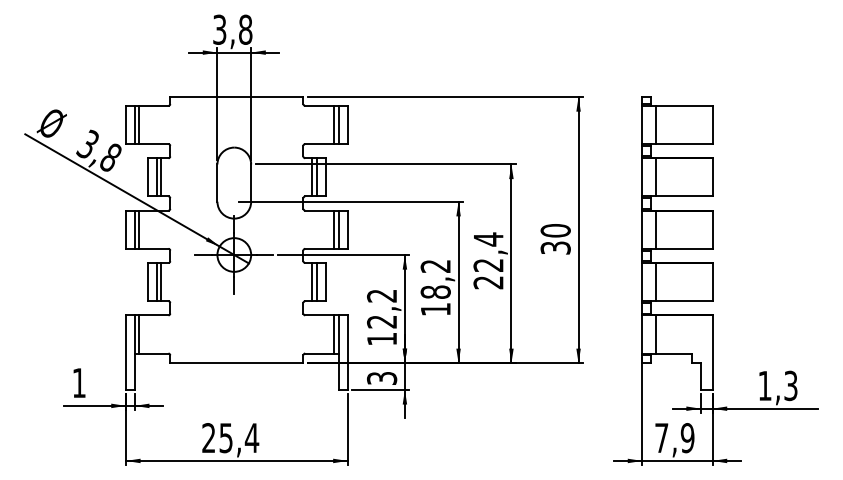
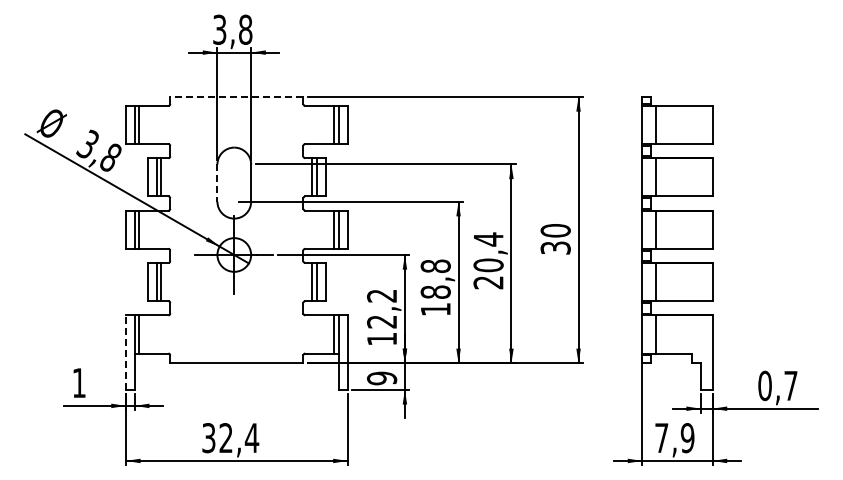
line at (236, 97): solid -> dashed
line at (217, 183): solid -> dashed
text at (488, 265): 22,4 -> 20,4
text at (435, 266): 18,2 -> 18,8
line at (125, 352): solid -> dashed
text at (382, 378): 3 -> 9
text at (777, 385): 1,3 -> 0,7
text at (217, 438): 25,4 -> 32,4
